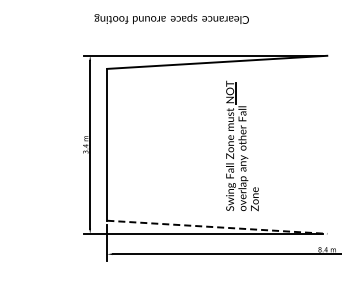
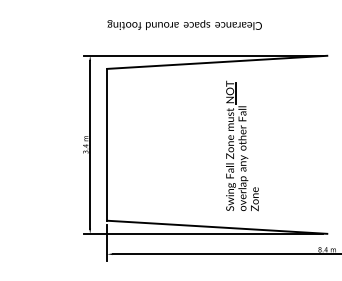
text at (171, 19) position: (171, 19) -> (184, 25)
line at (217, 227): dashed -> solid
